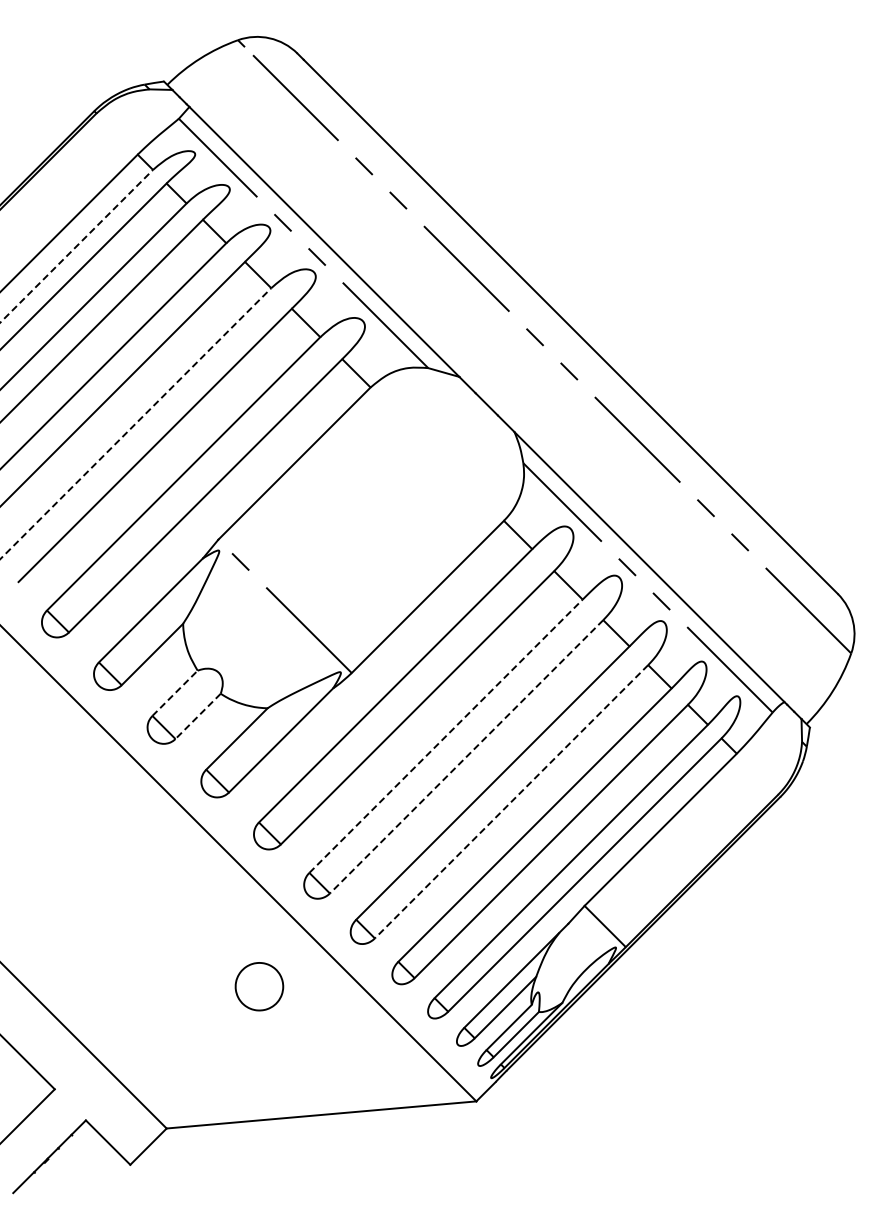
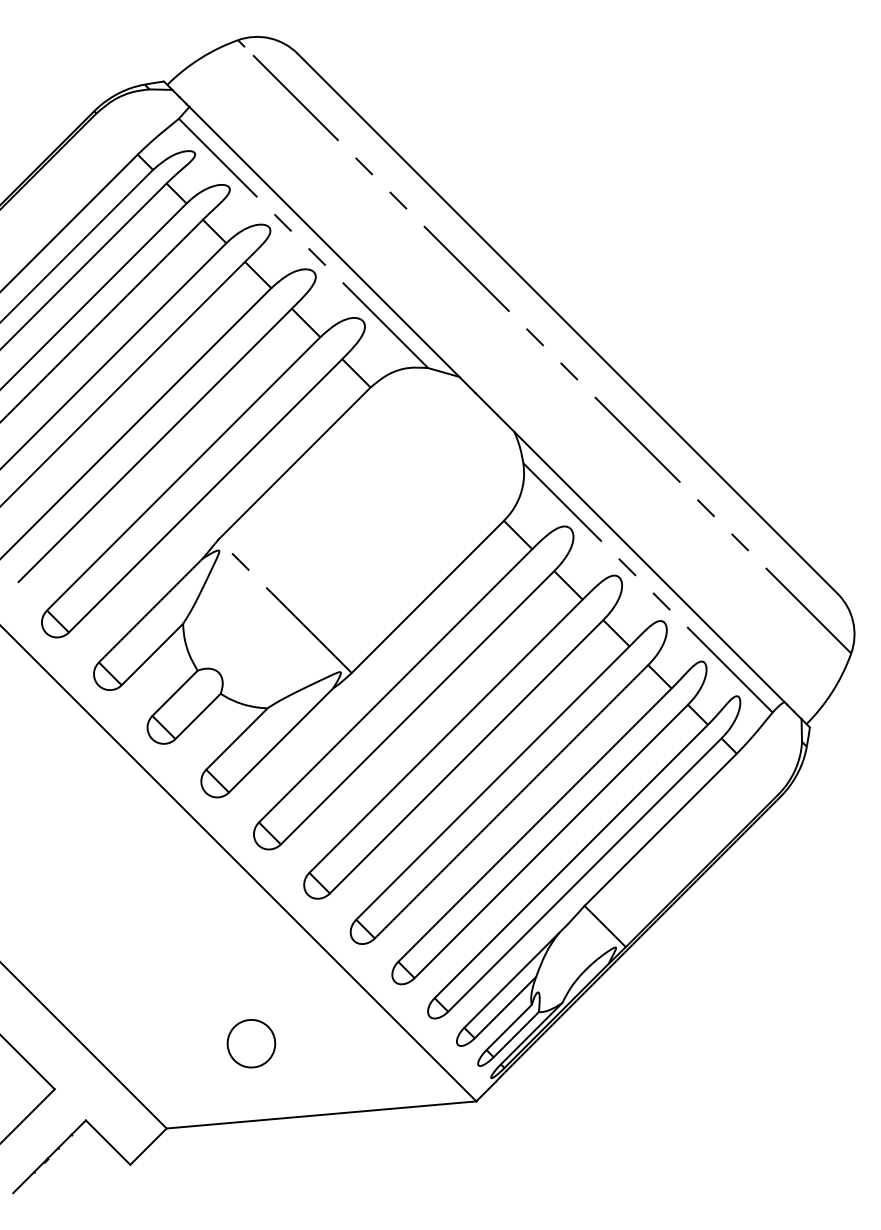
line at (76, 246): dashed -> solid
line at (135, 423): dashed -> solid
line at (175, 693): dashed -> solid
line at (198, 716): dashed -> solid
line at (446, 735): dashed -> solid
line at (466, 757): dashed -> solid
line at (511, 802): dashed -> solid
part at (259, 986) position: (259, 986) -> (251, 1043)
